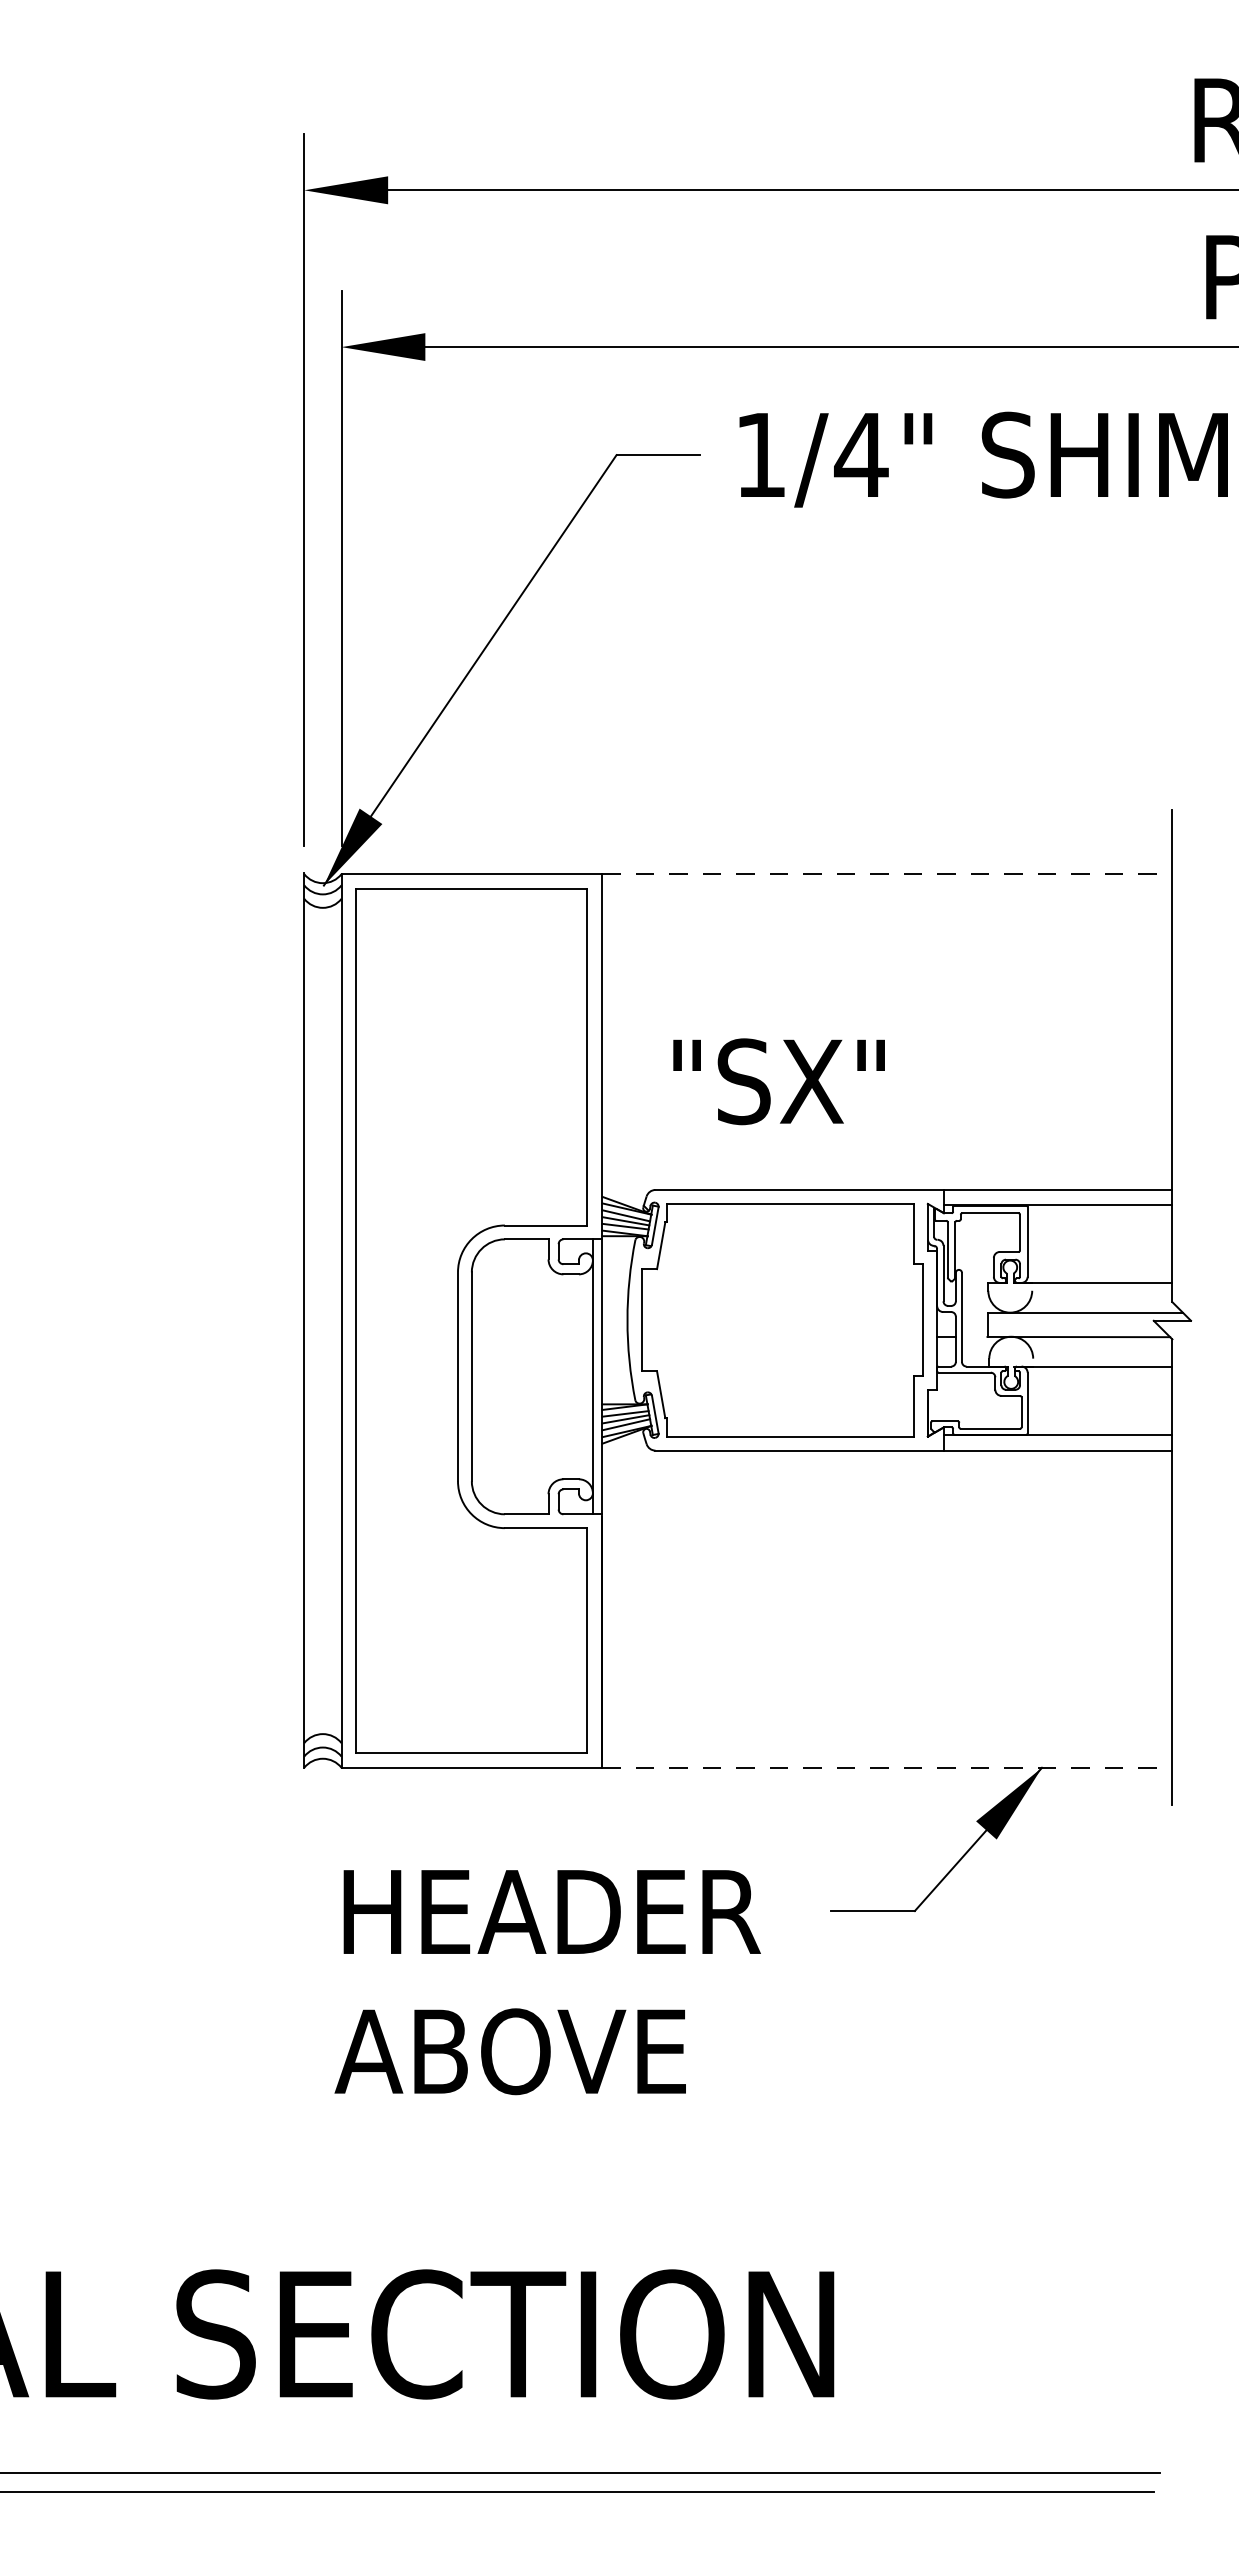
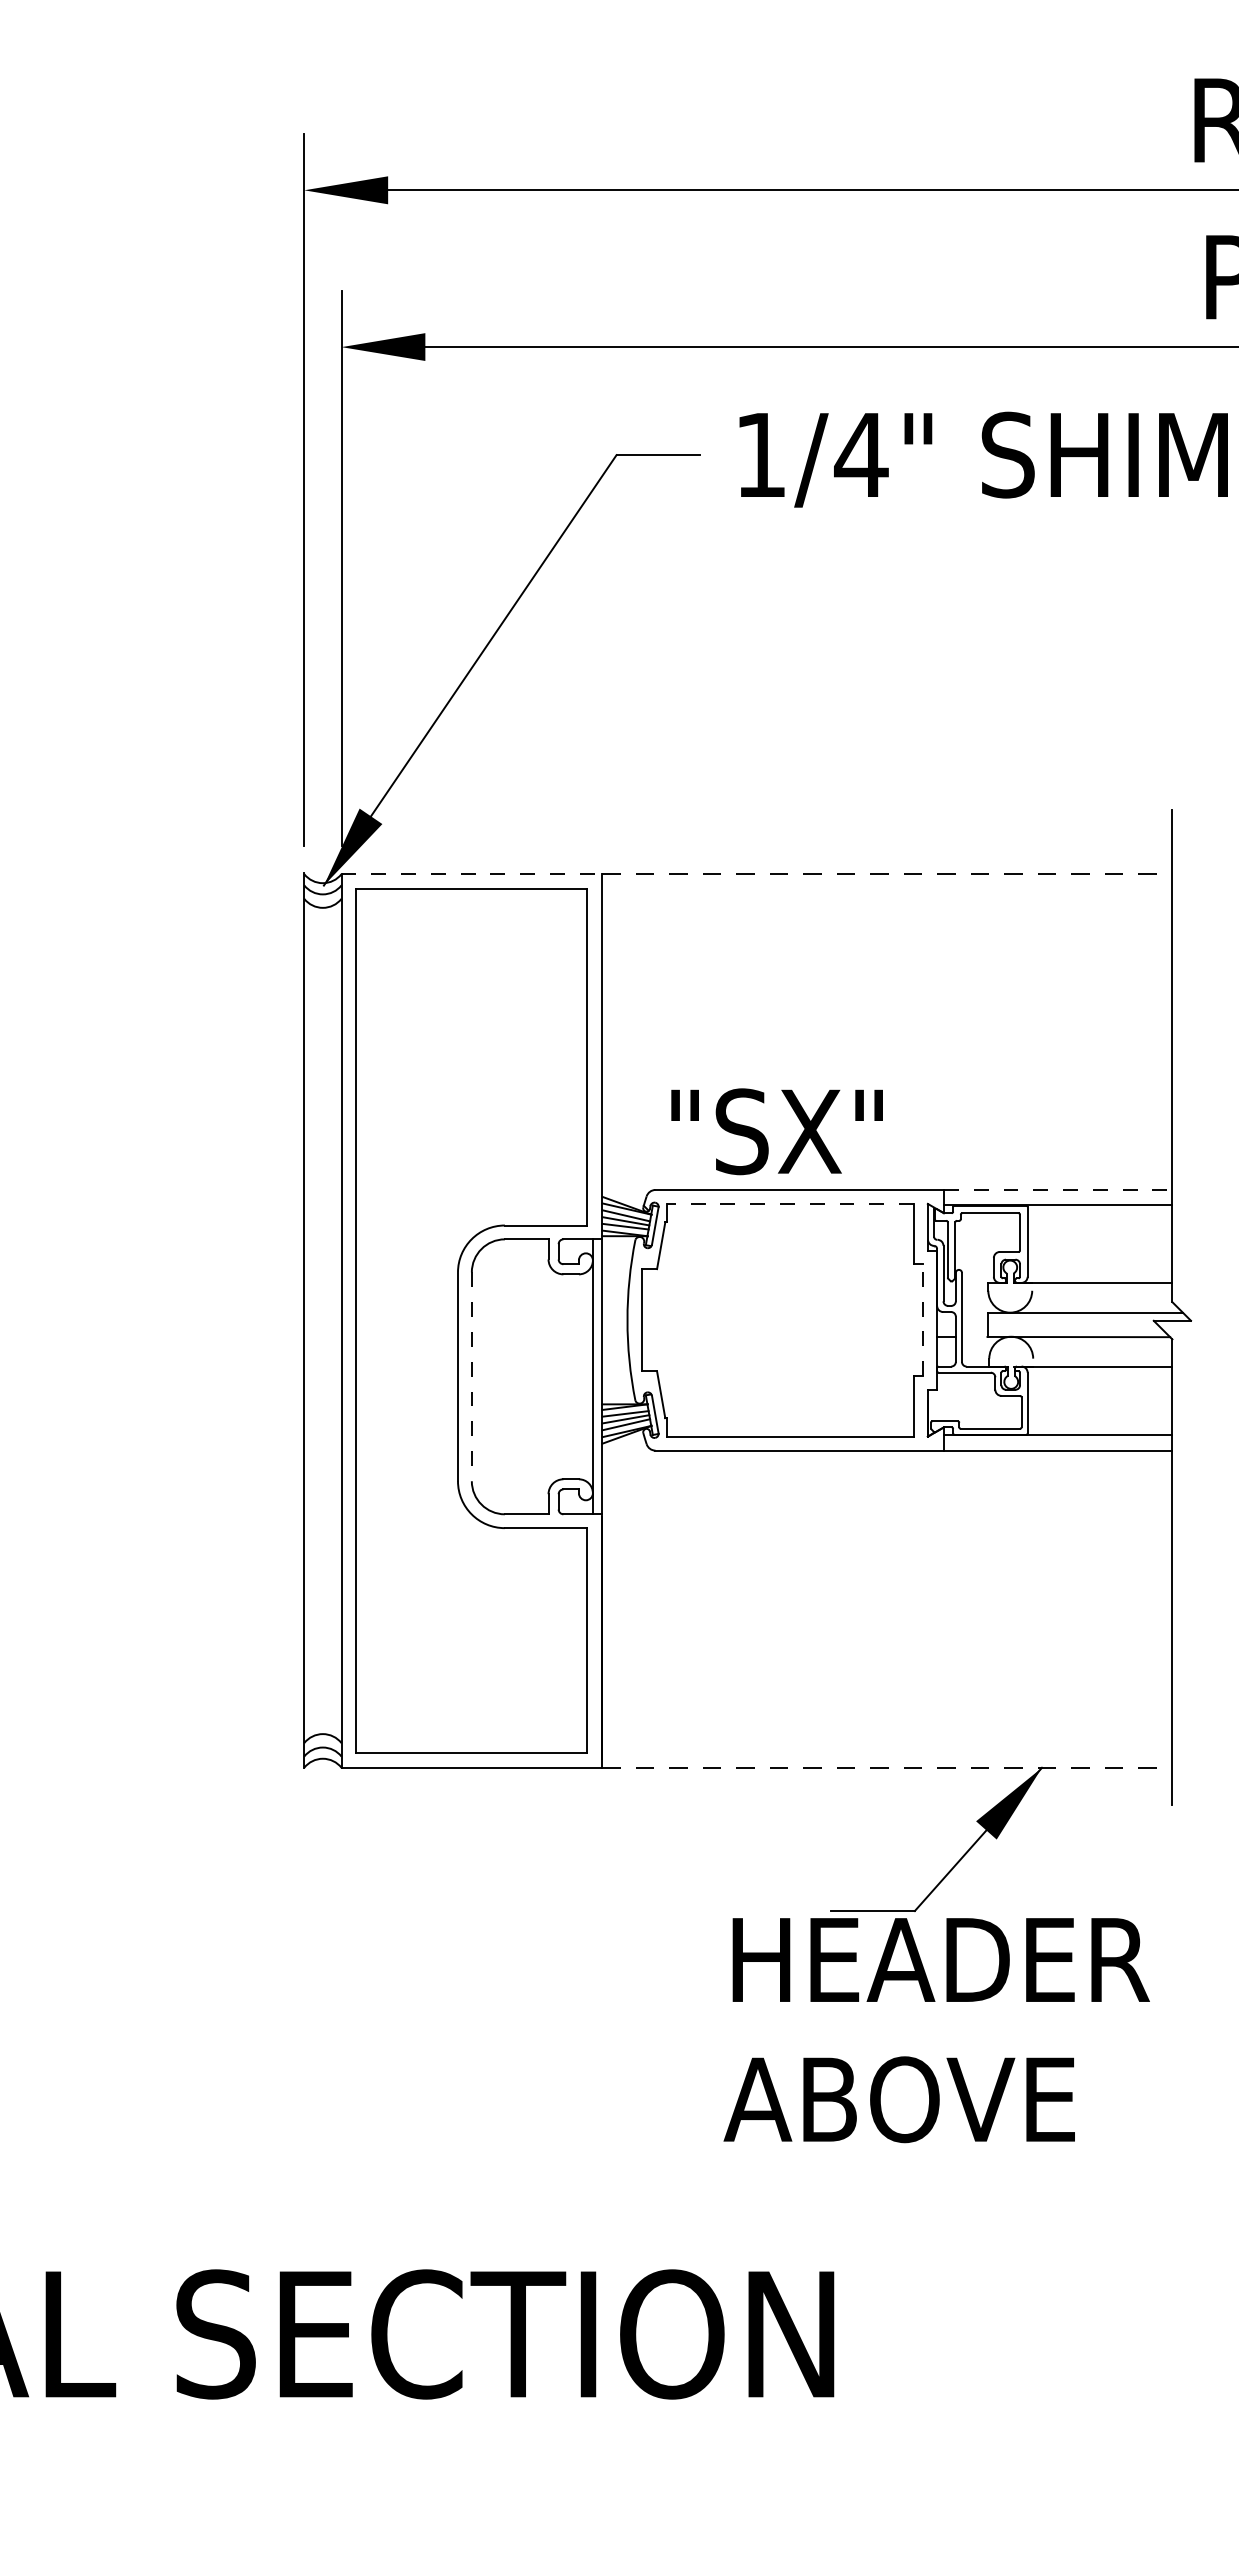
line at (472, 874): solid -> dashed
text at (778, 1081) position: (778, 1081) -> (776, 1131)
line at (1058, 1189): solid -> dashed
line at (790, 1203): solid -> dashed
line at (923, 1320): solid -> dashed
line at (471, 1377): solid -> dashed
text at (547, 1982) position: (547, 1982) -> (936, 2030)
line at (581, 2472): present -> none
line at (577, 2491): present -> none
